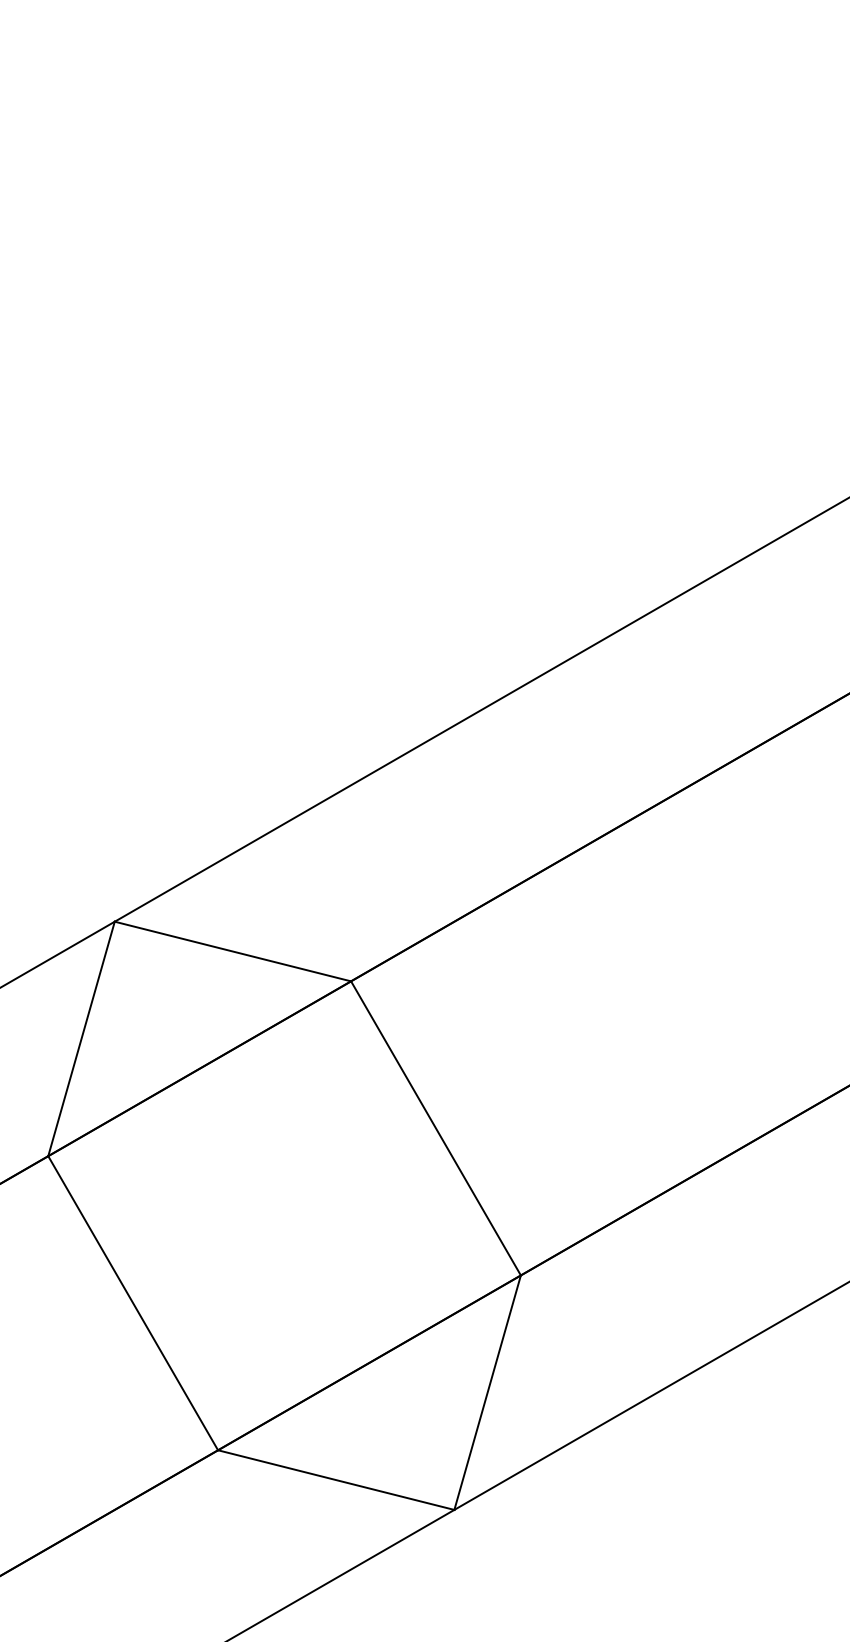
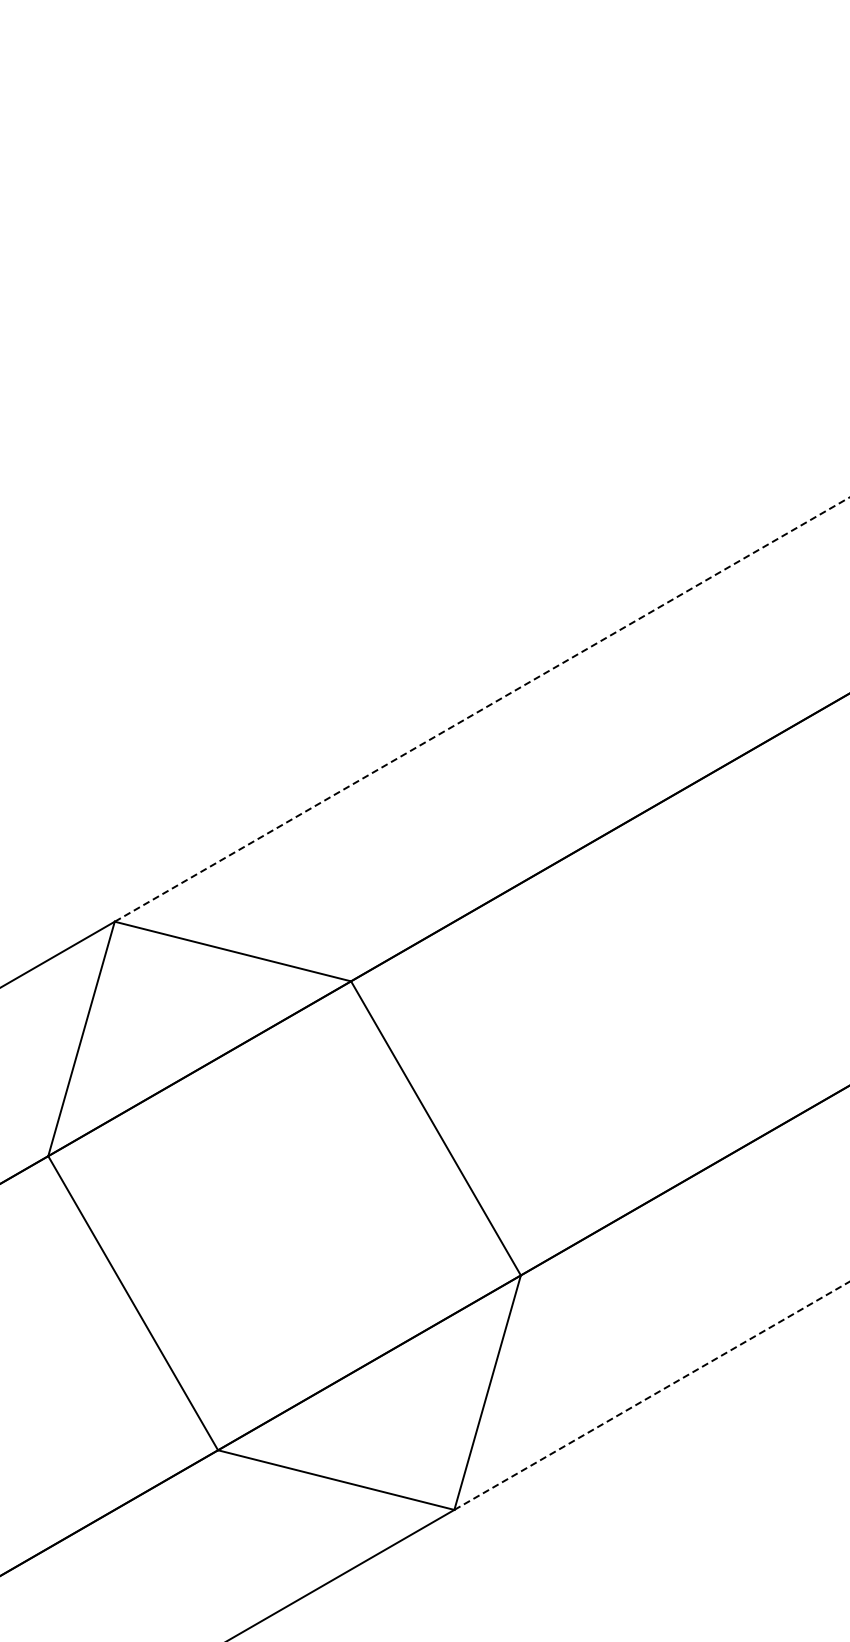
line at (482, 709): solid -> dashed
line at (652, 1395): solid -> dashed
